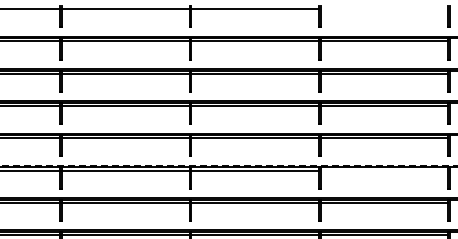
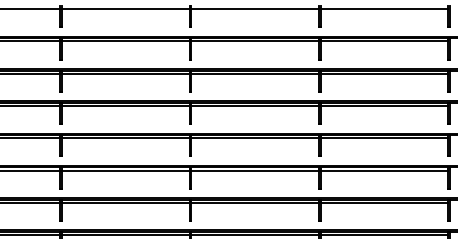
line at (383, 9): none -> present
line at (228, 165): dashed -> solid
line at (383, 170): none -> present
